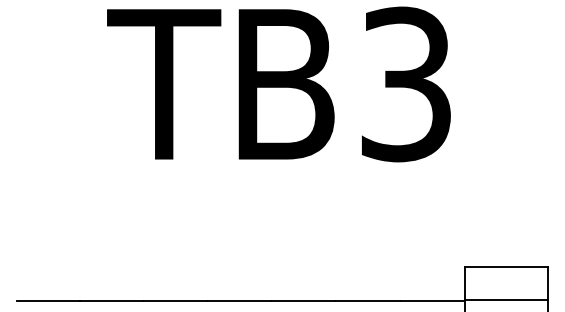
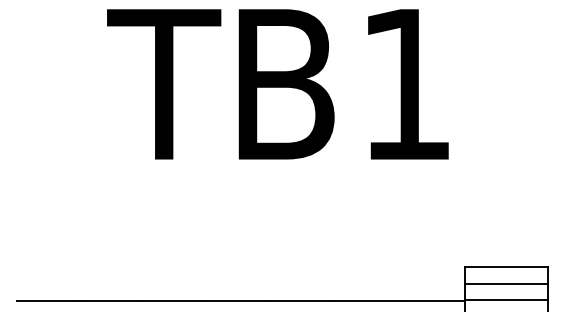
text at (405, 84): TB3 -> TB1
line at (506, 283): none -> present
